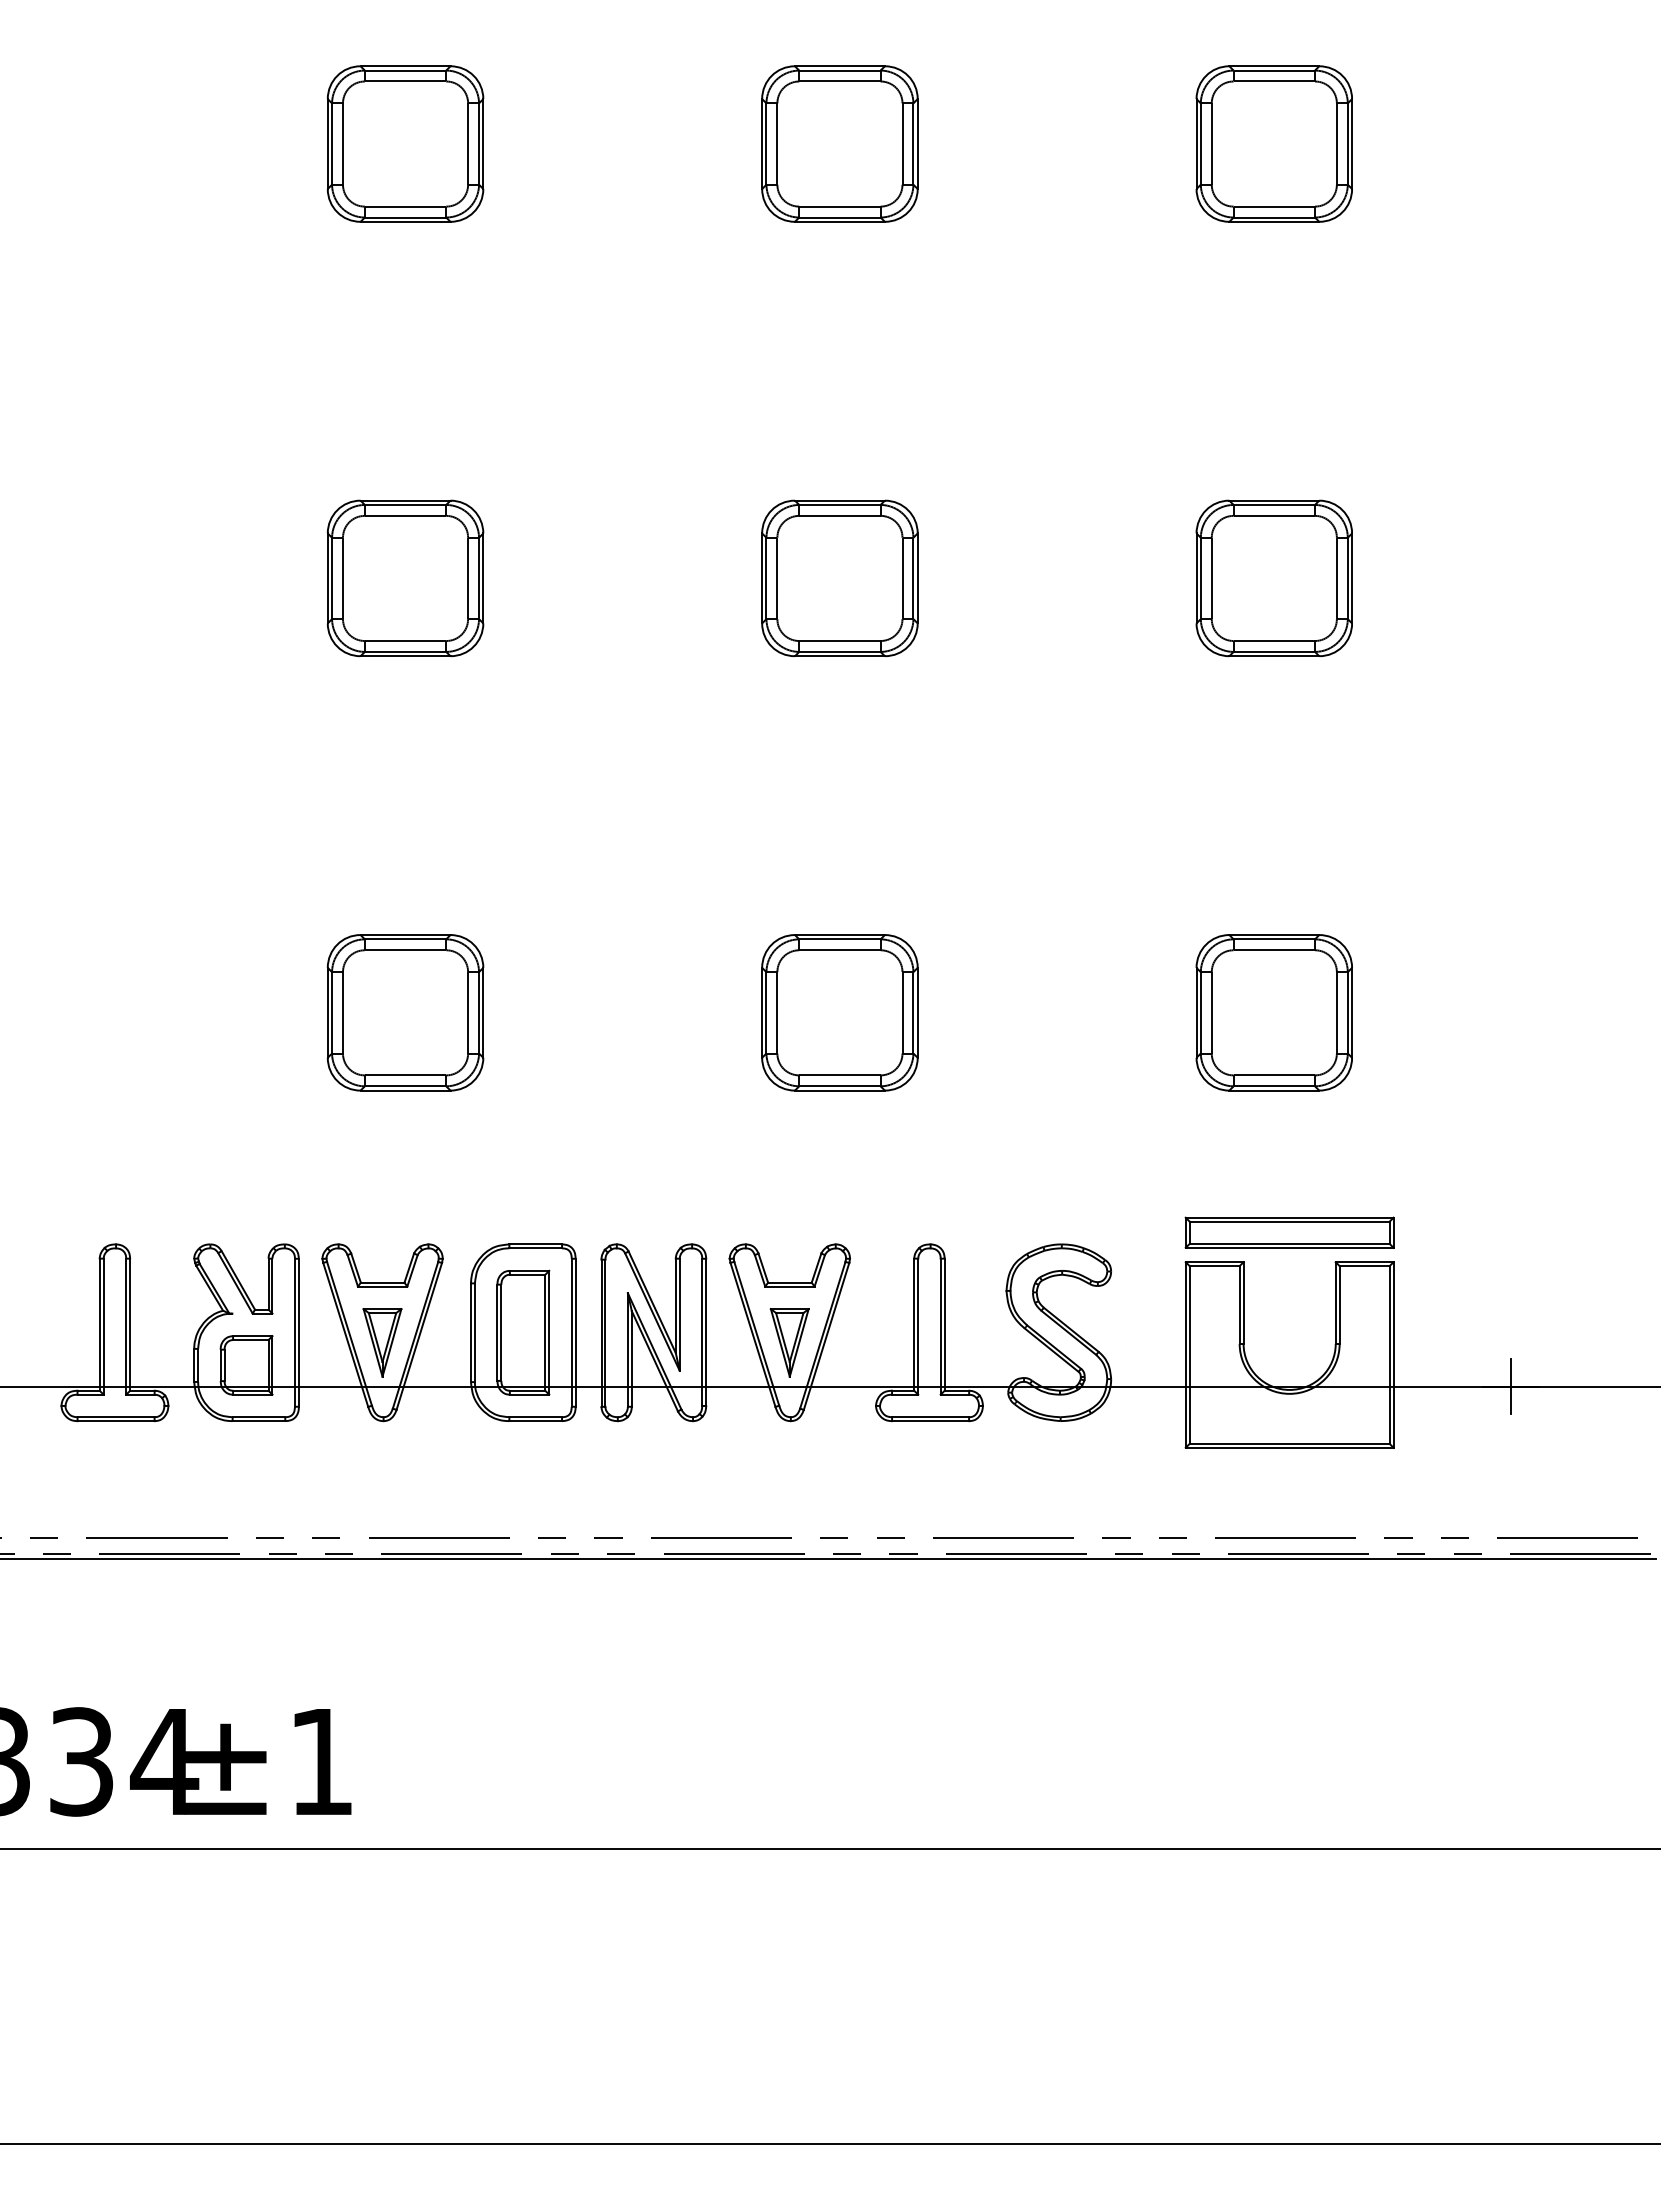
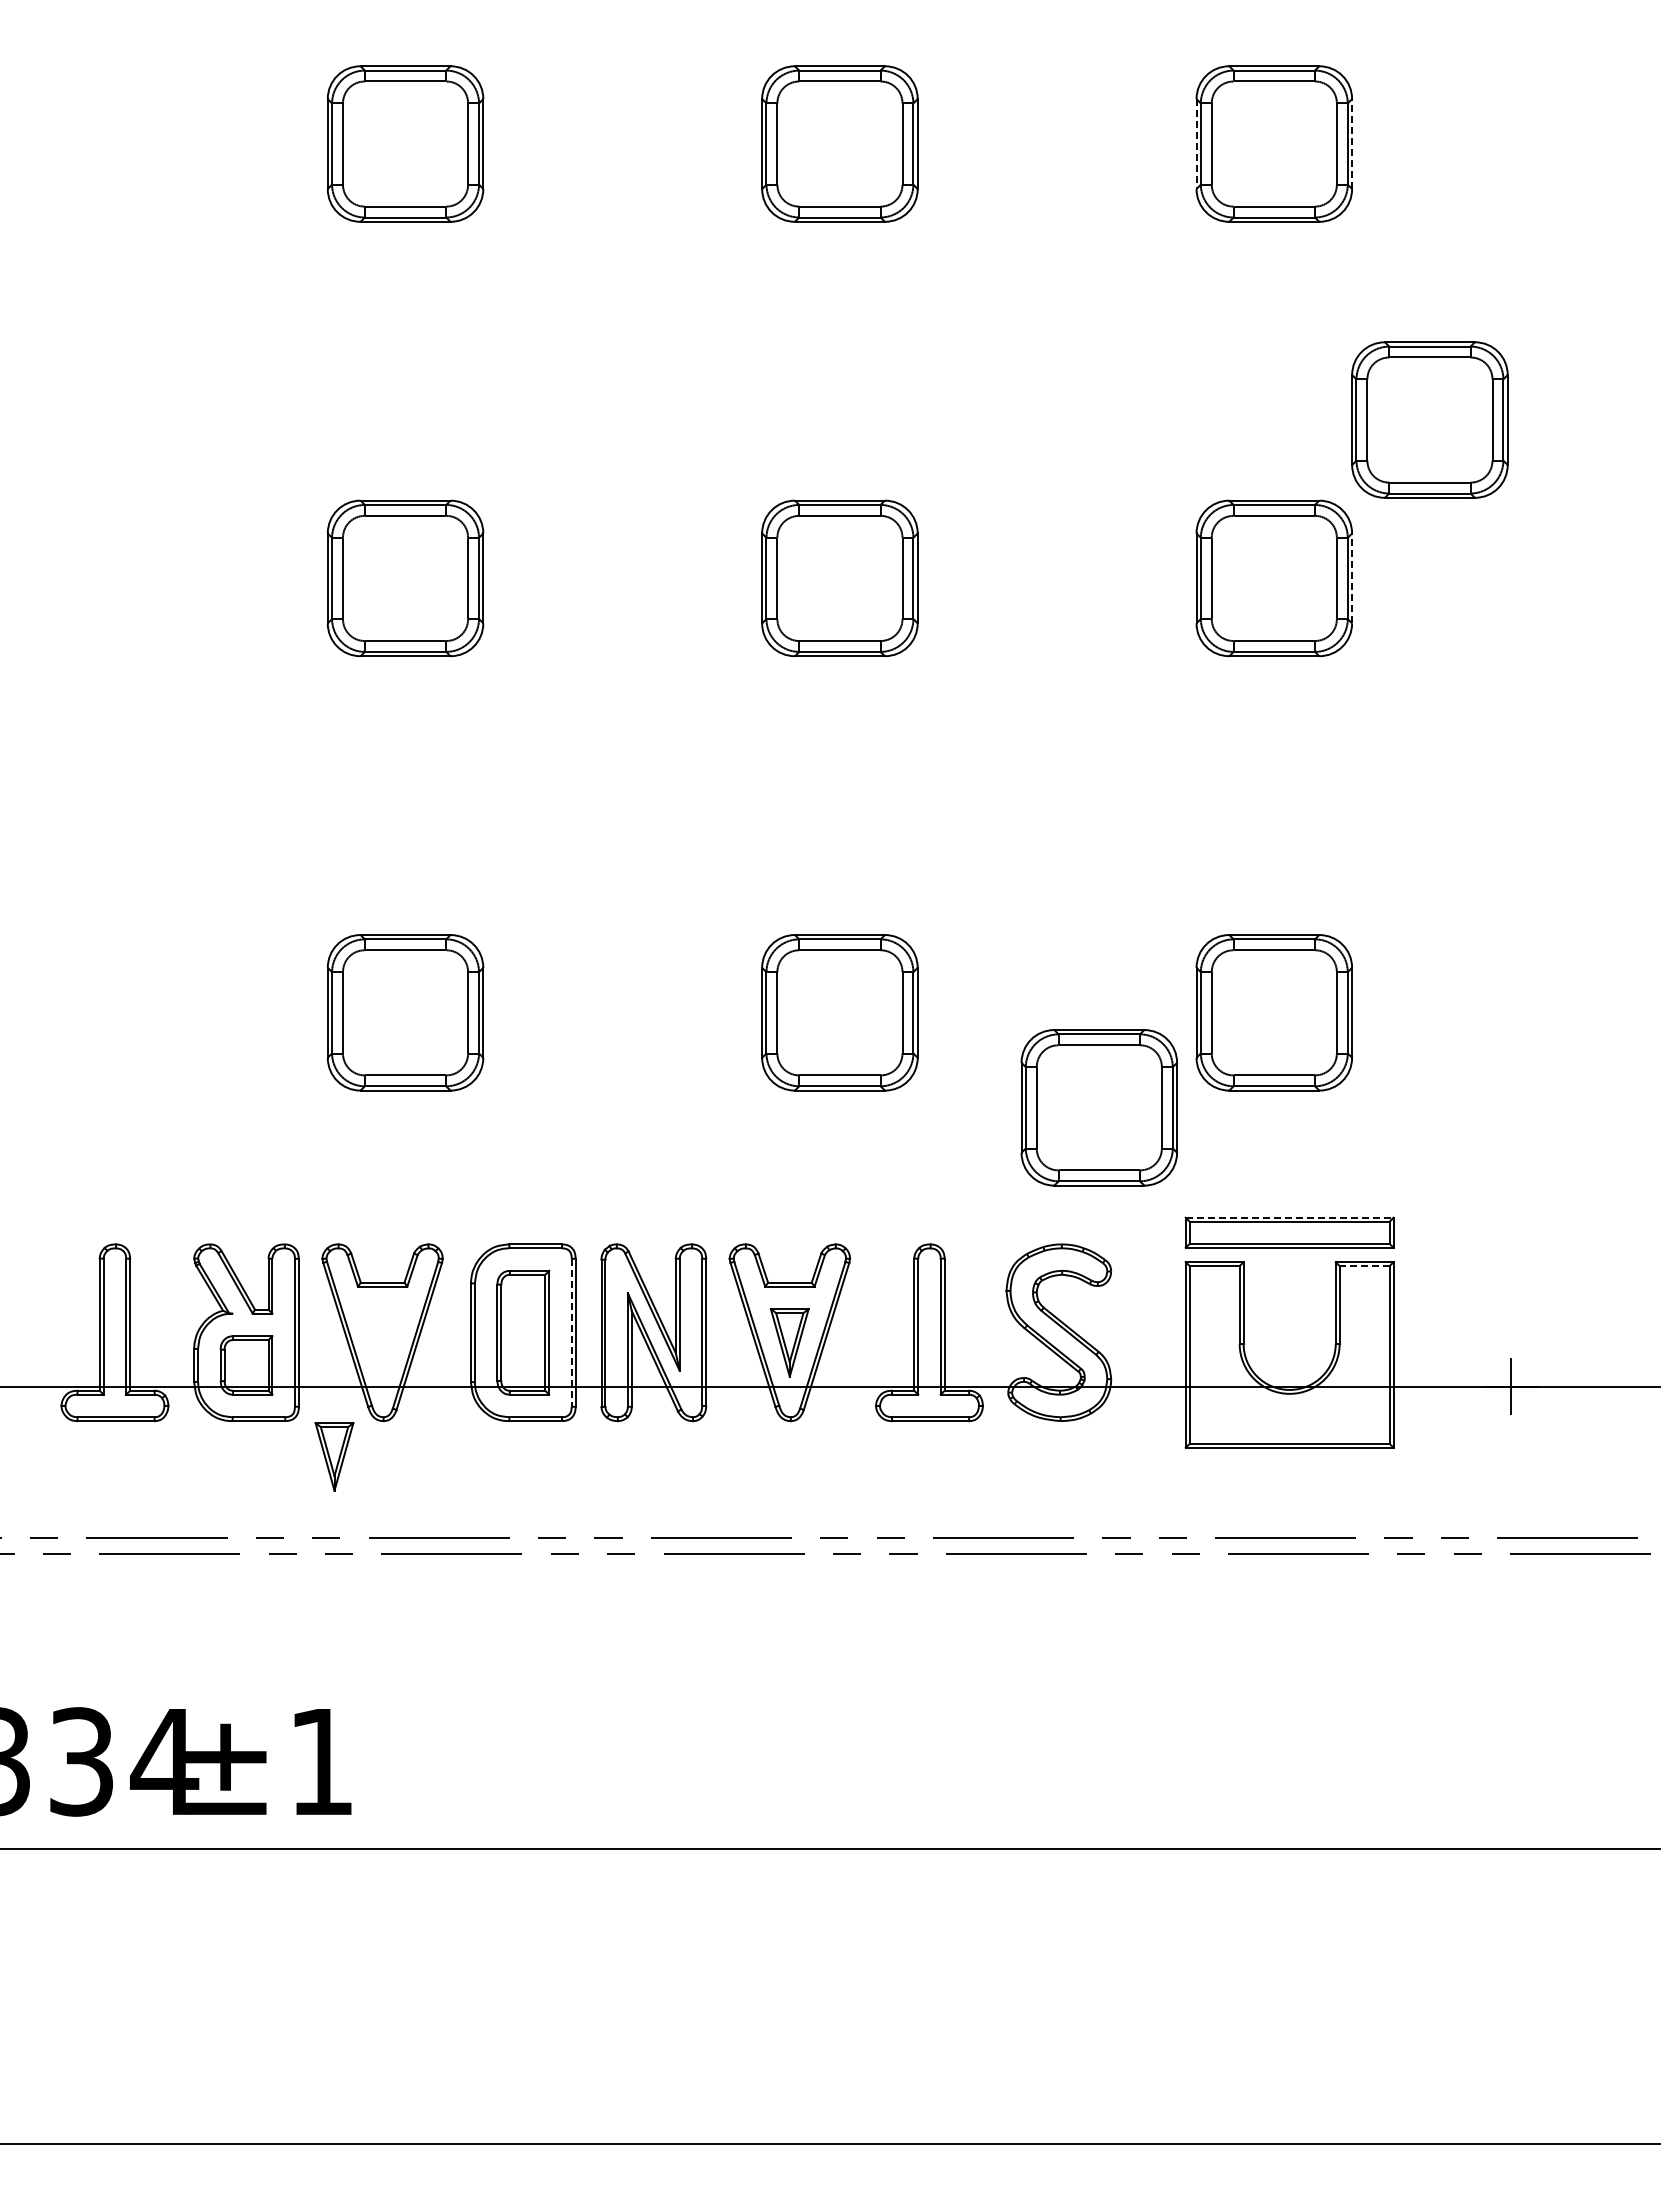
line at (1196, 144): solid -> dashed
line at (1352, 144): solid -> dashed
part at (1429, 419): none -> present
line at (1352, 578): solid -> dashed
part at (1098, 1107): none -> present
line at (1289, 1217): solid -> dashed
line at (1364, 1266): solid -> dashed
line at (571, 1332): solid -> dashed
part at (382, 1342) position: (382, 1342) -> (334, 1456)
line at (828, 1558): present -> none
